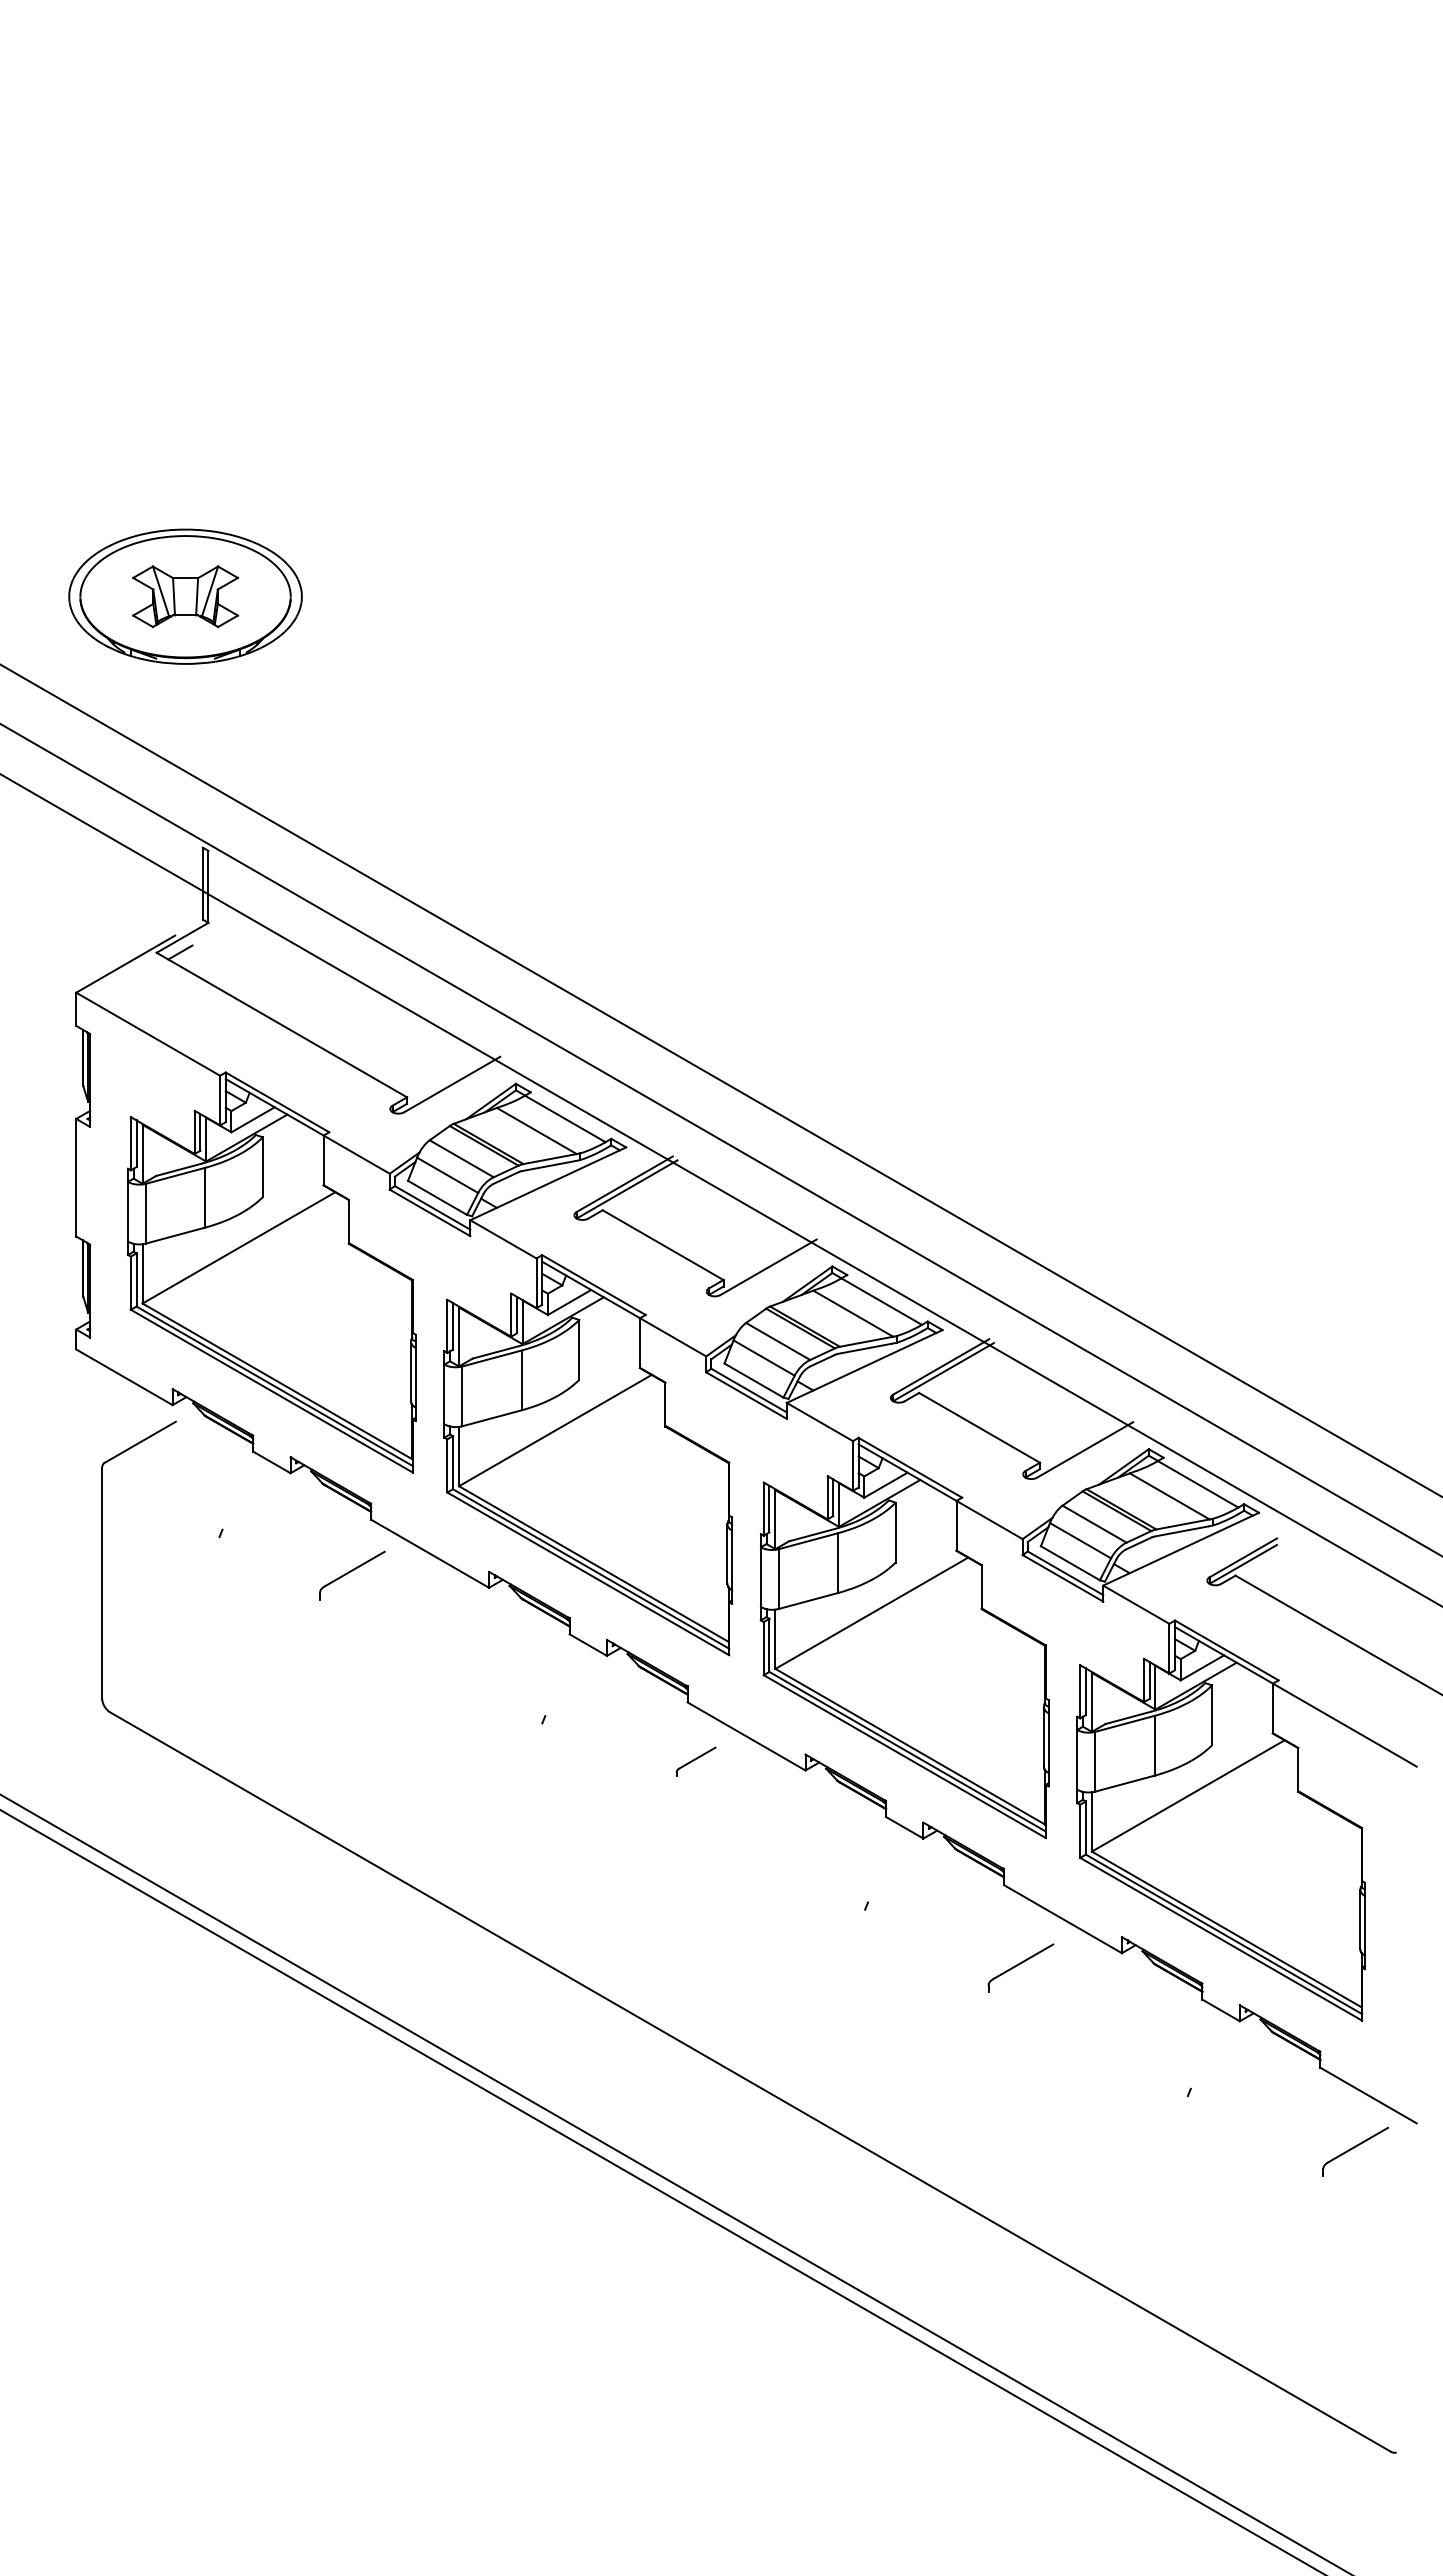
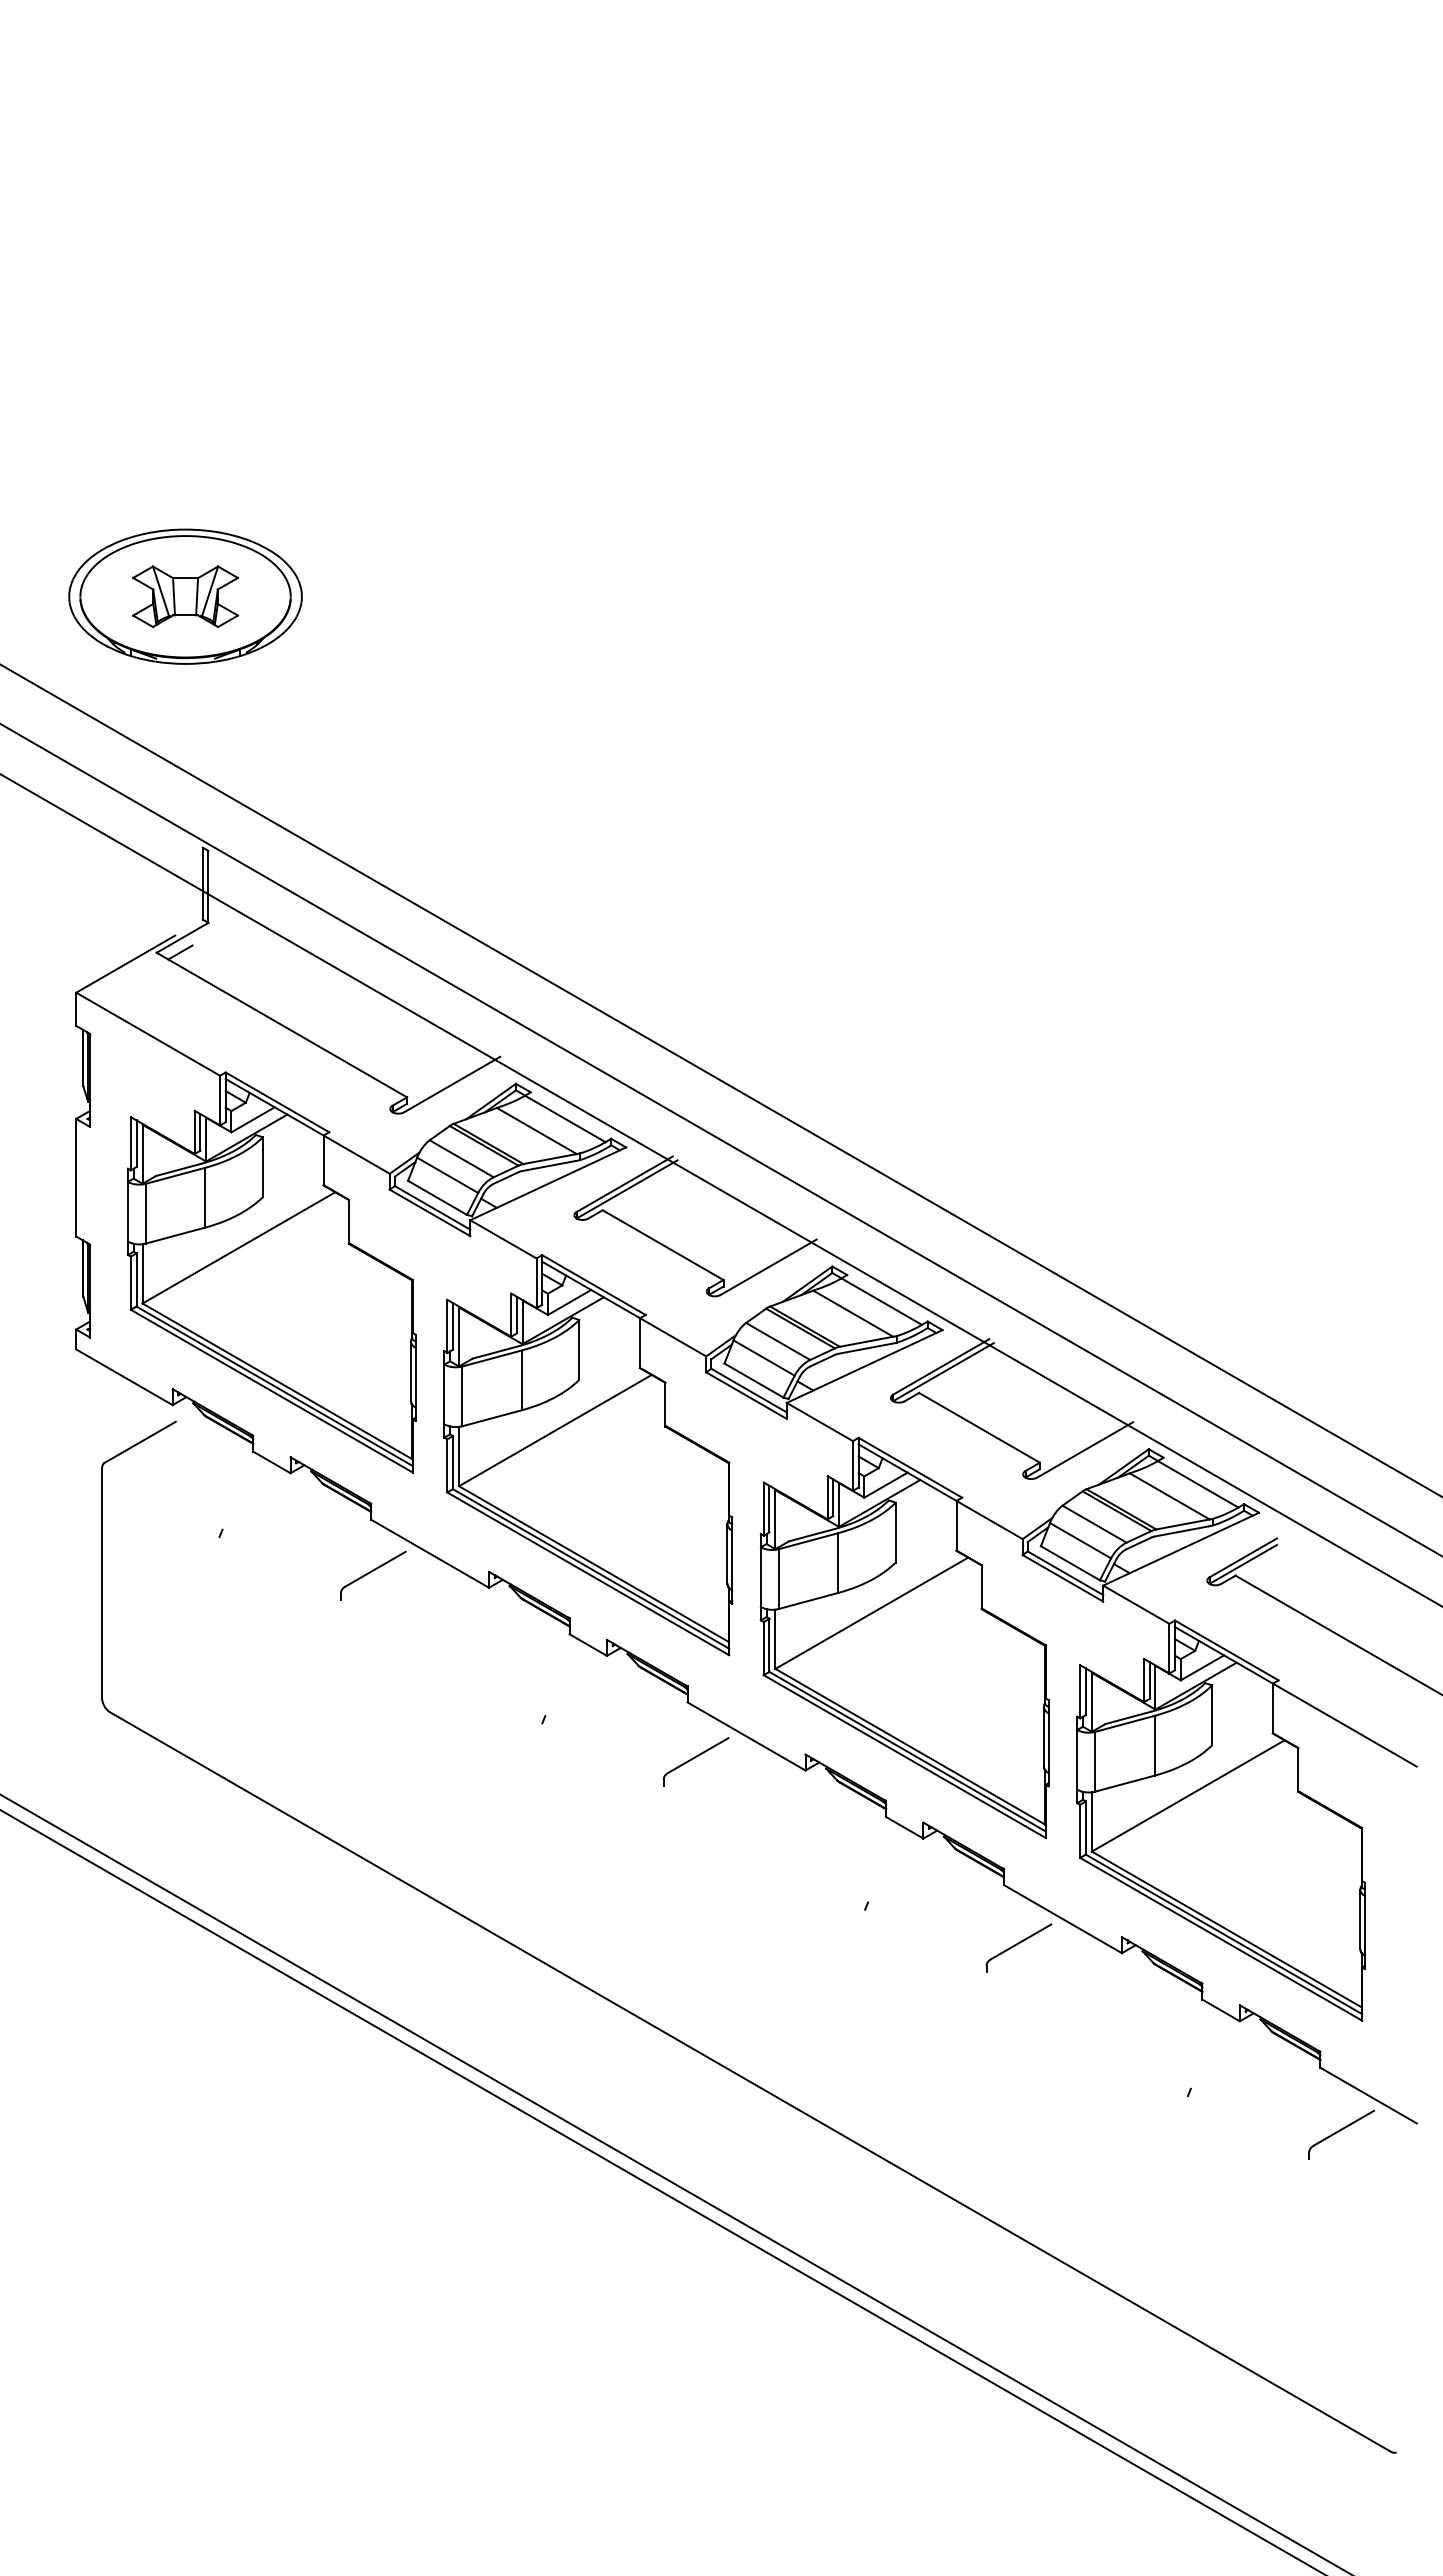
part at (352, 1575) position: (352, 1575) -> (373, 1575)
part at (695, 1761) size: 42x31 px -> 68x50 px
part at (1020, 1967) position: (1020, 1967) -> (1018, 1947)
part at (1355, 2151) position: (1355, 2151) -> (1341, 2134)
